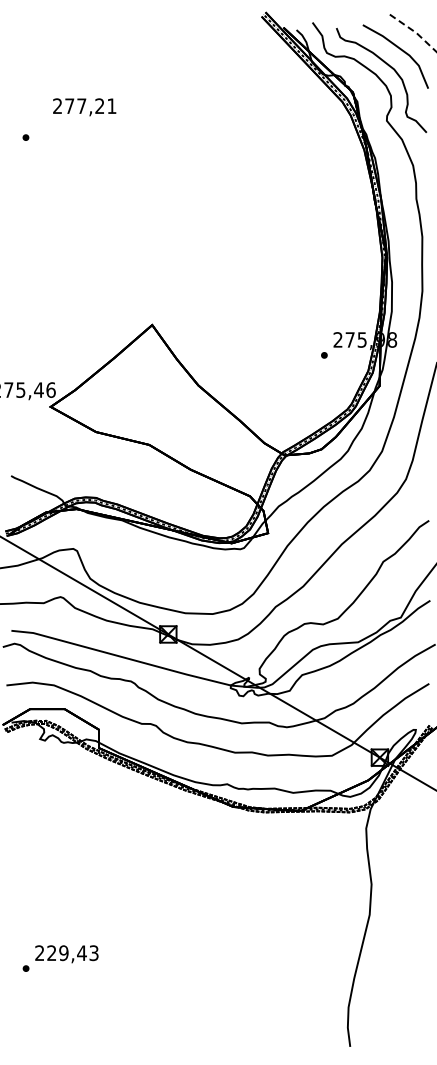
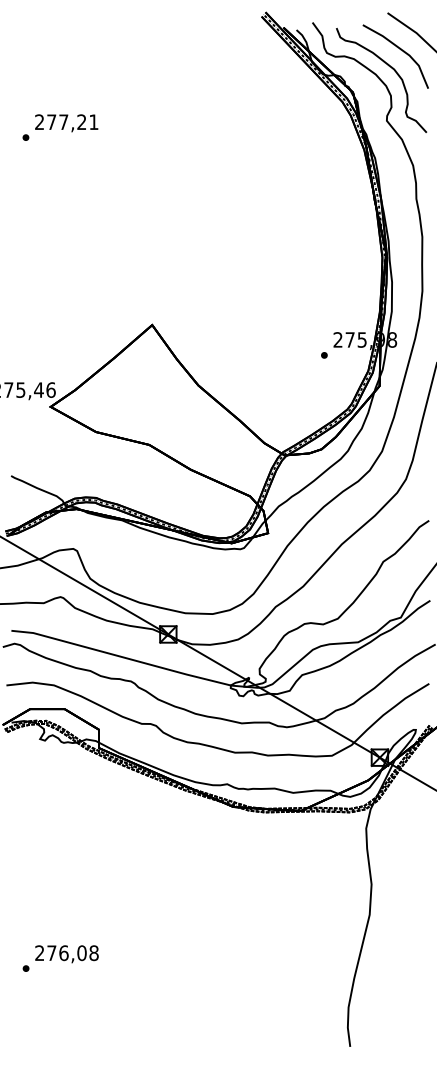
line at (413, 30): dashed -> solid
text at (84, 107) position: (84, 107) -> (66, 123)
text at (72, 953): 229,43 -> 276,08
